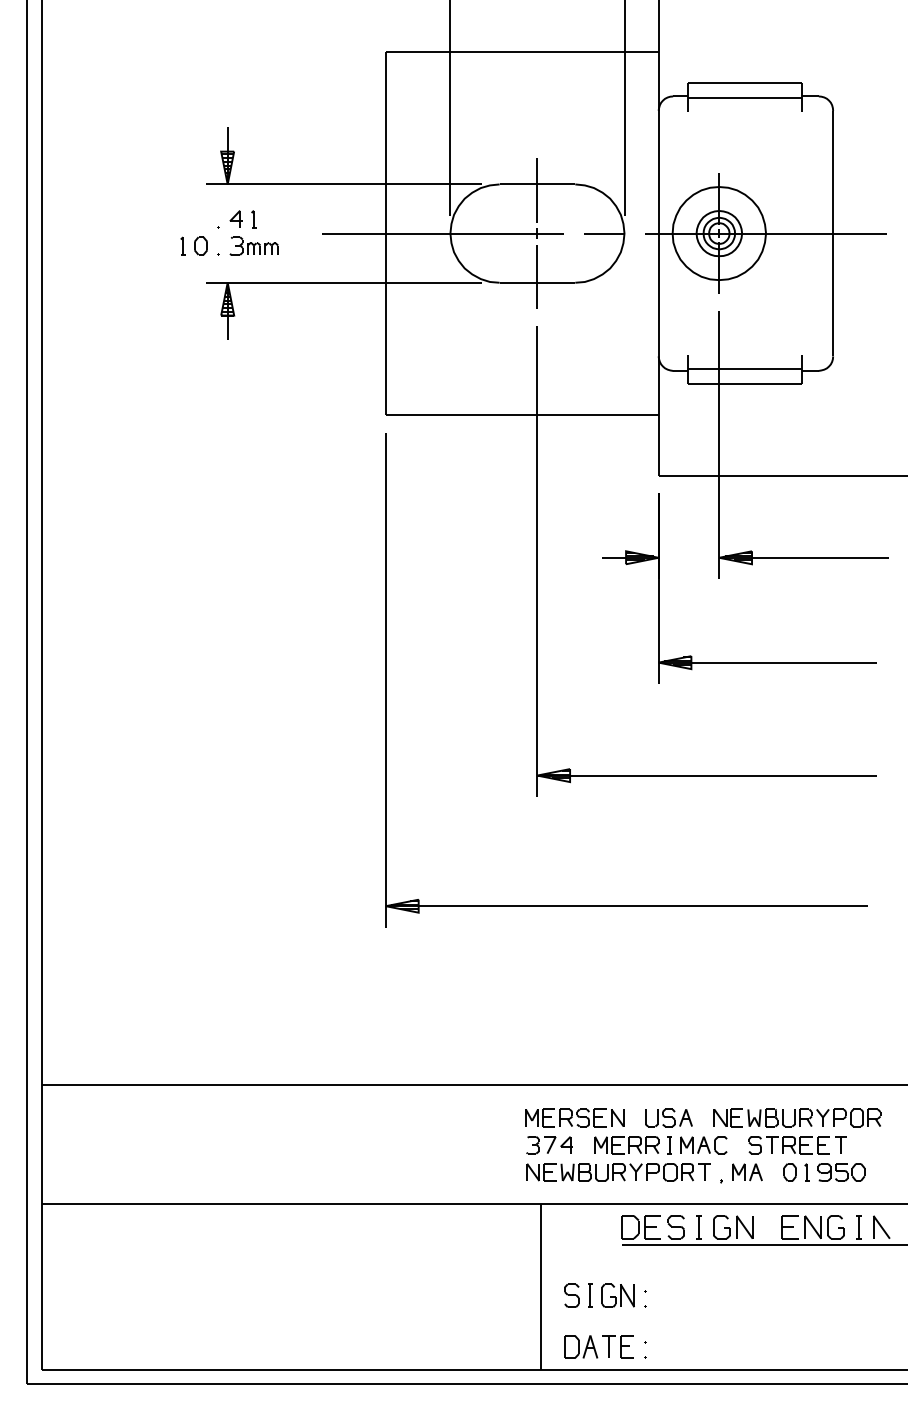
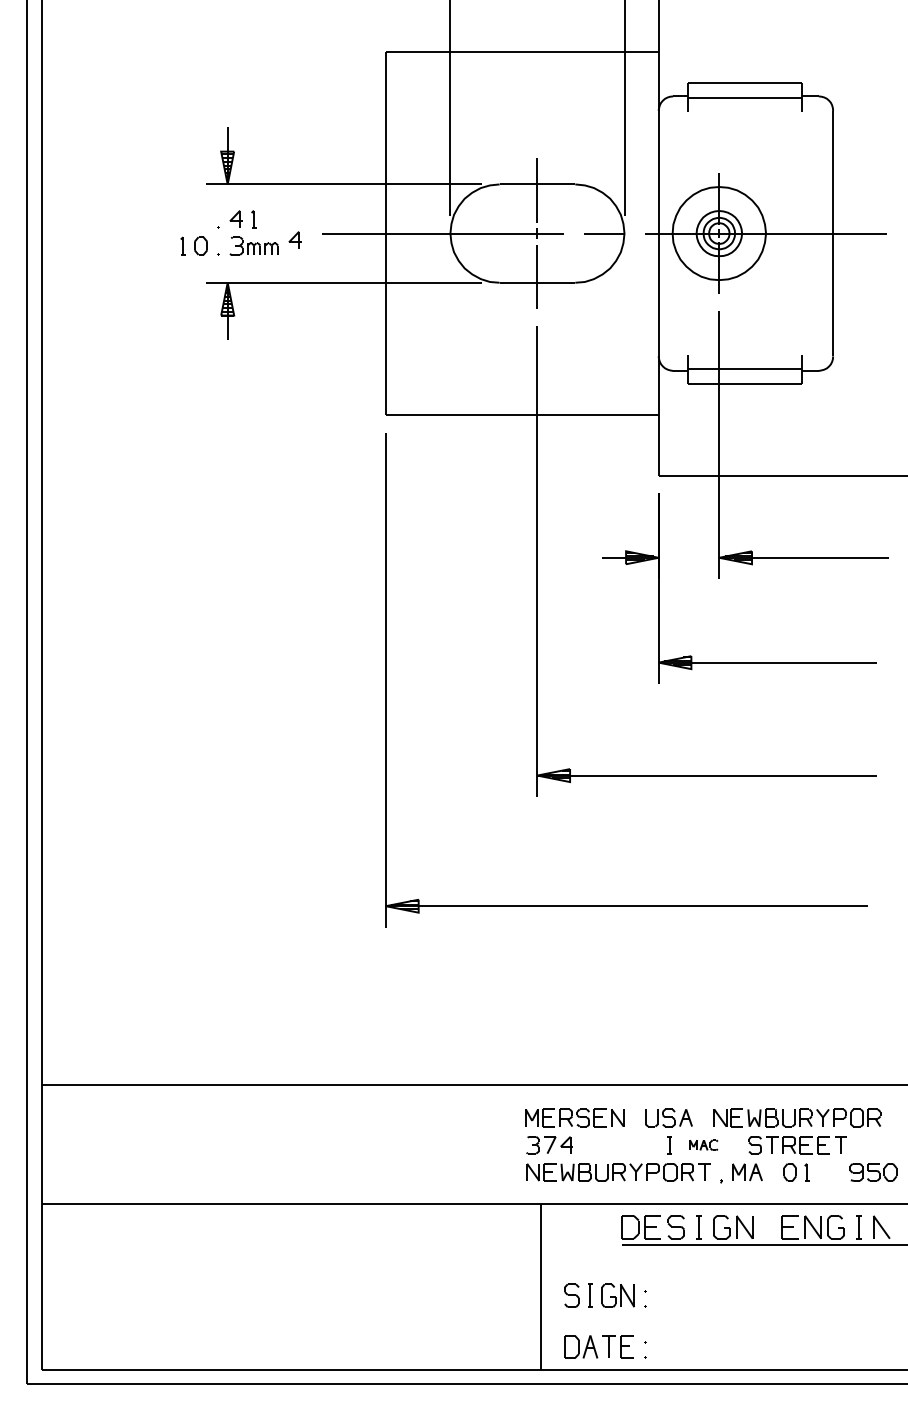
part at (294, 239): none -> present
part at (626, 1145): present -> none
part at (703, 1145) size: 48x19 px -> 30x12 px
part at (841, 1172) position: (841, 1172) -> (873, 1172)
